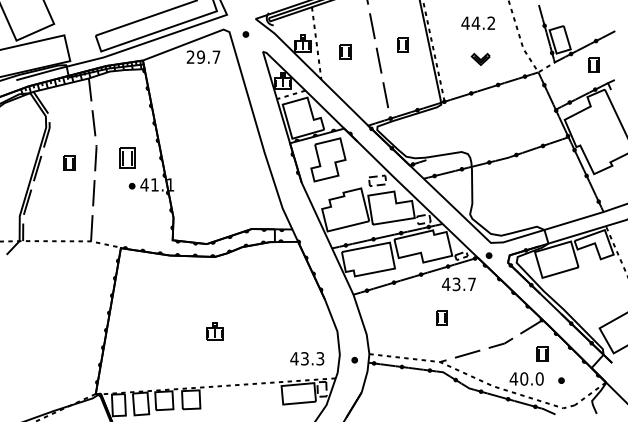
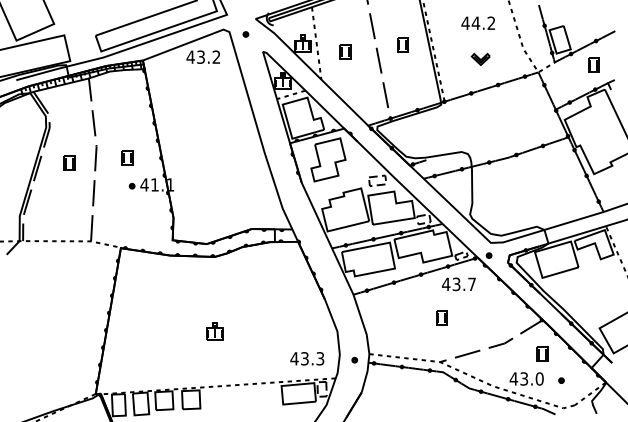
text at (203, 56): 29.7 -> 43.2
part at (127, 157) size: 17x22 px -> 13x16 px
text at (524, 378): 40.0 -> 43.0
